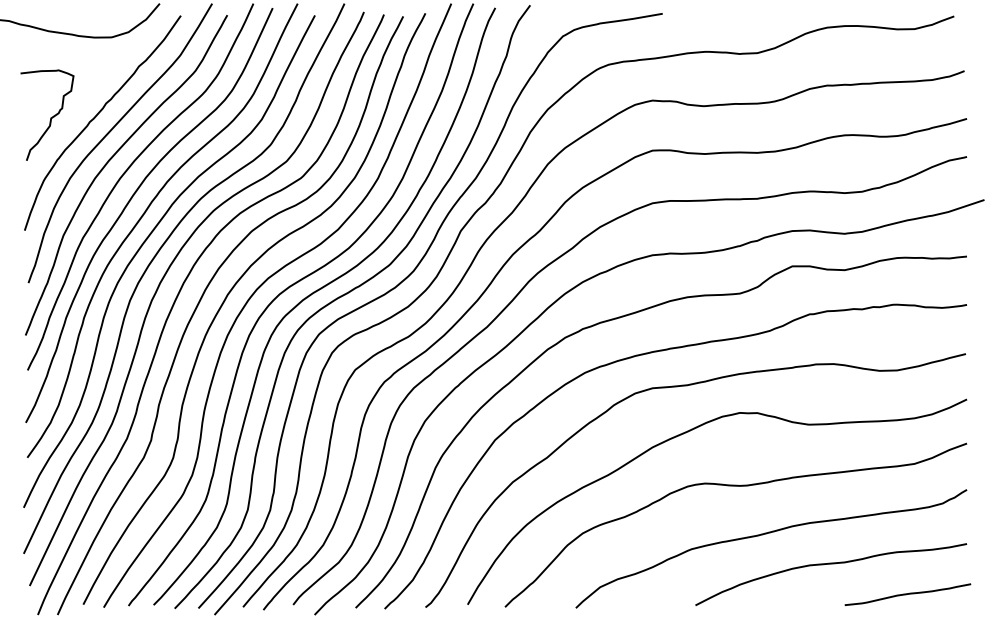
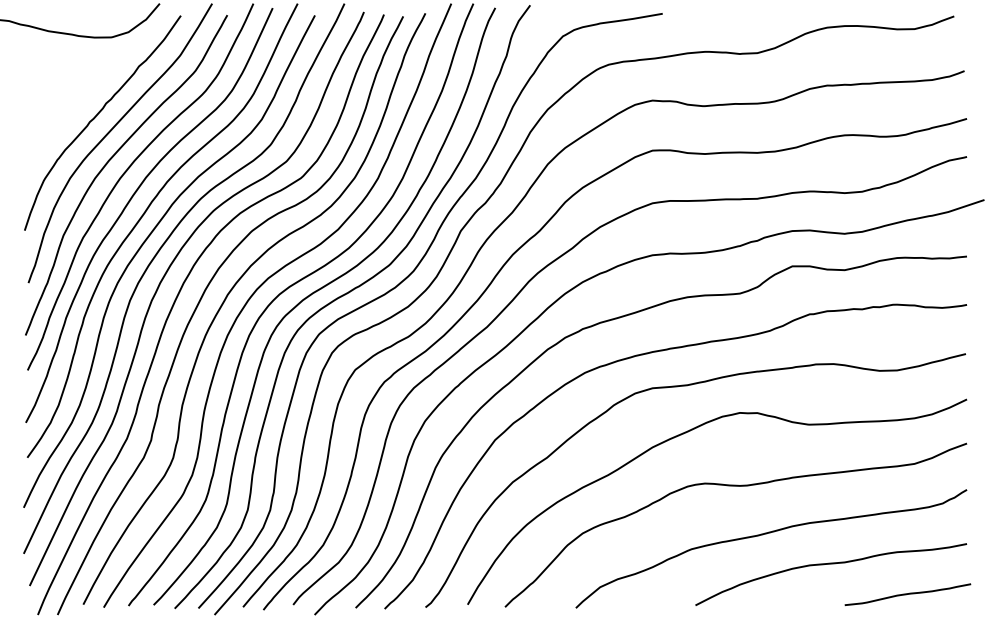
curve at (50, 117): present -> none
